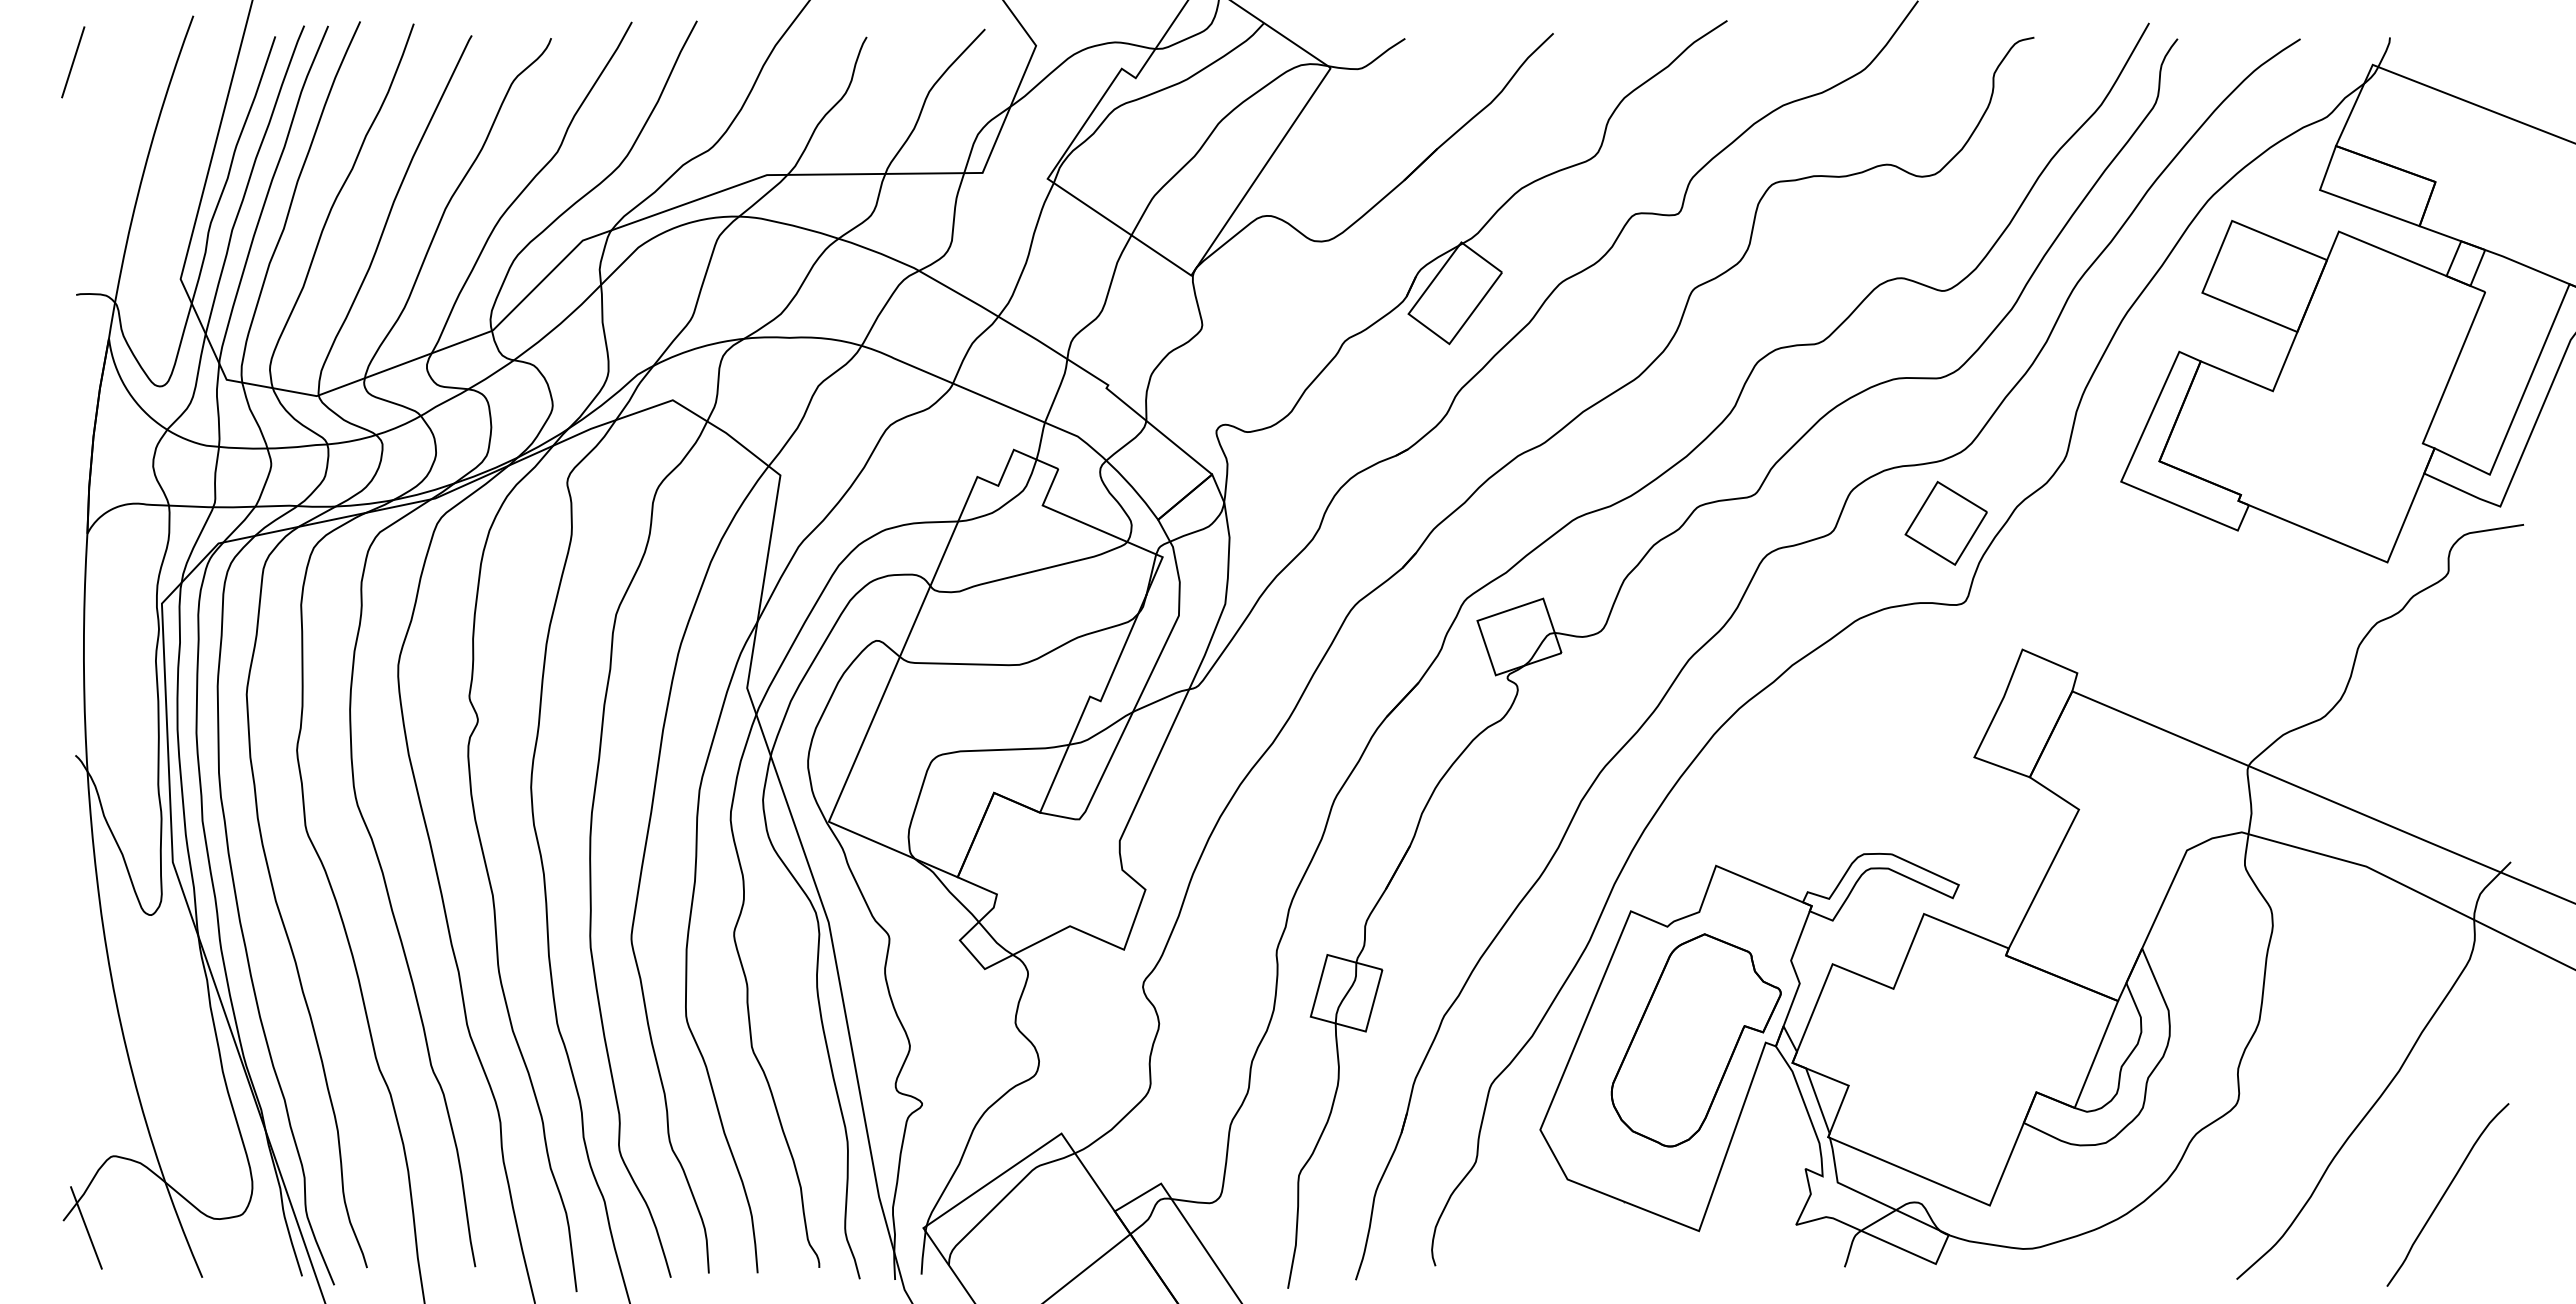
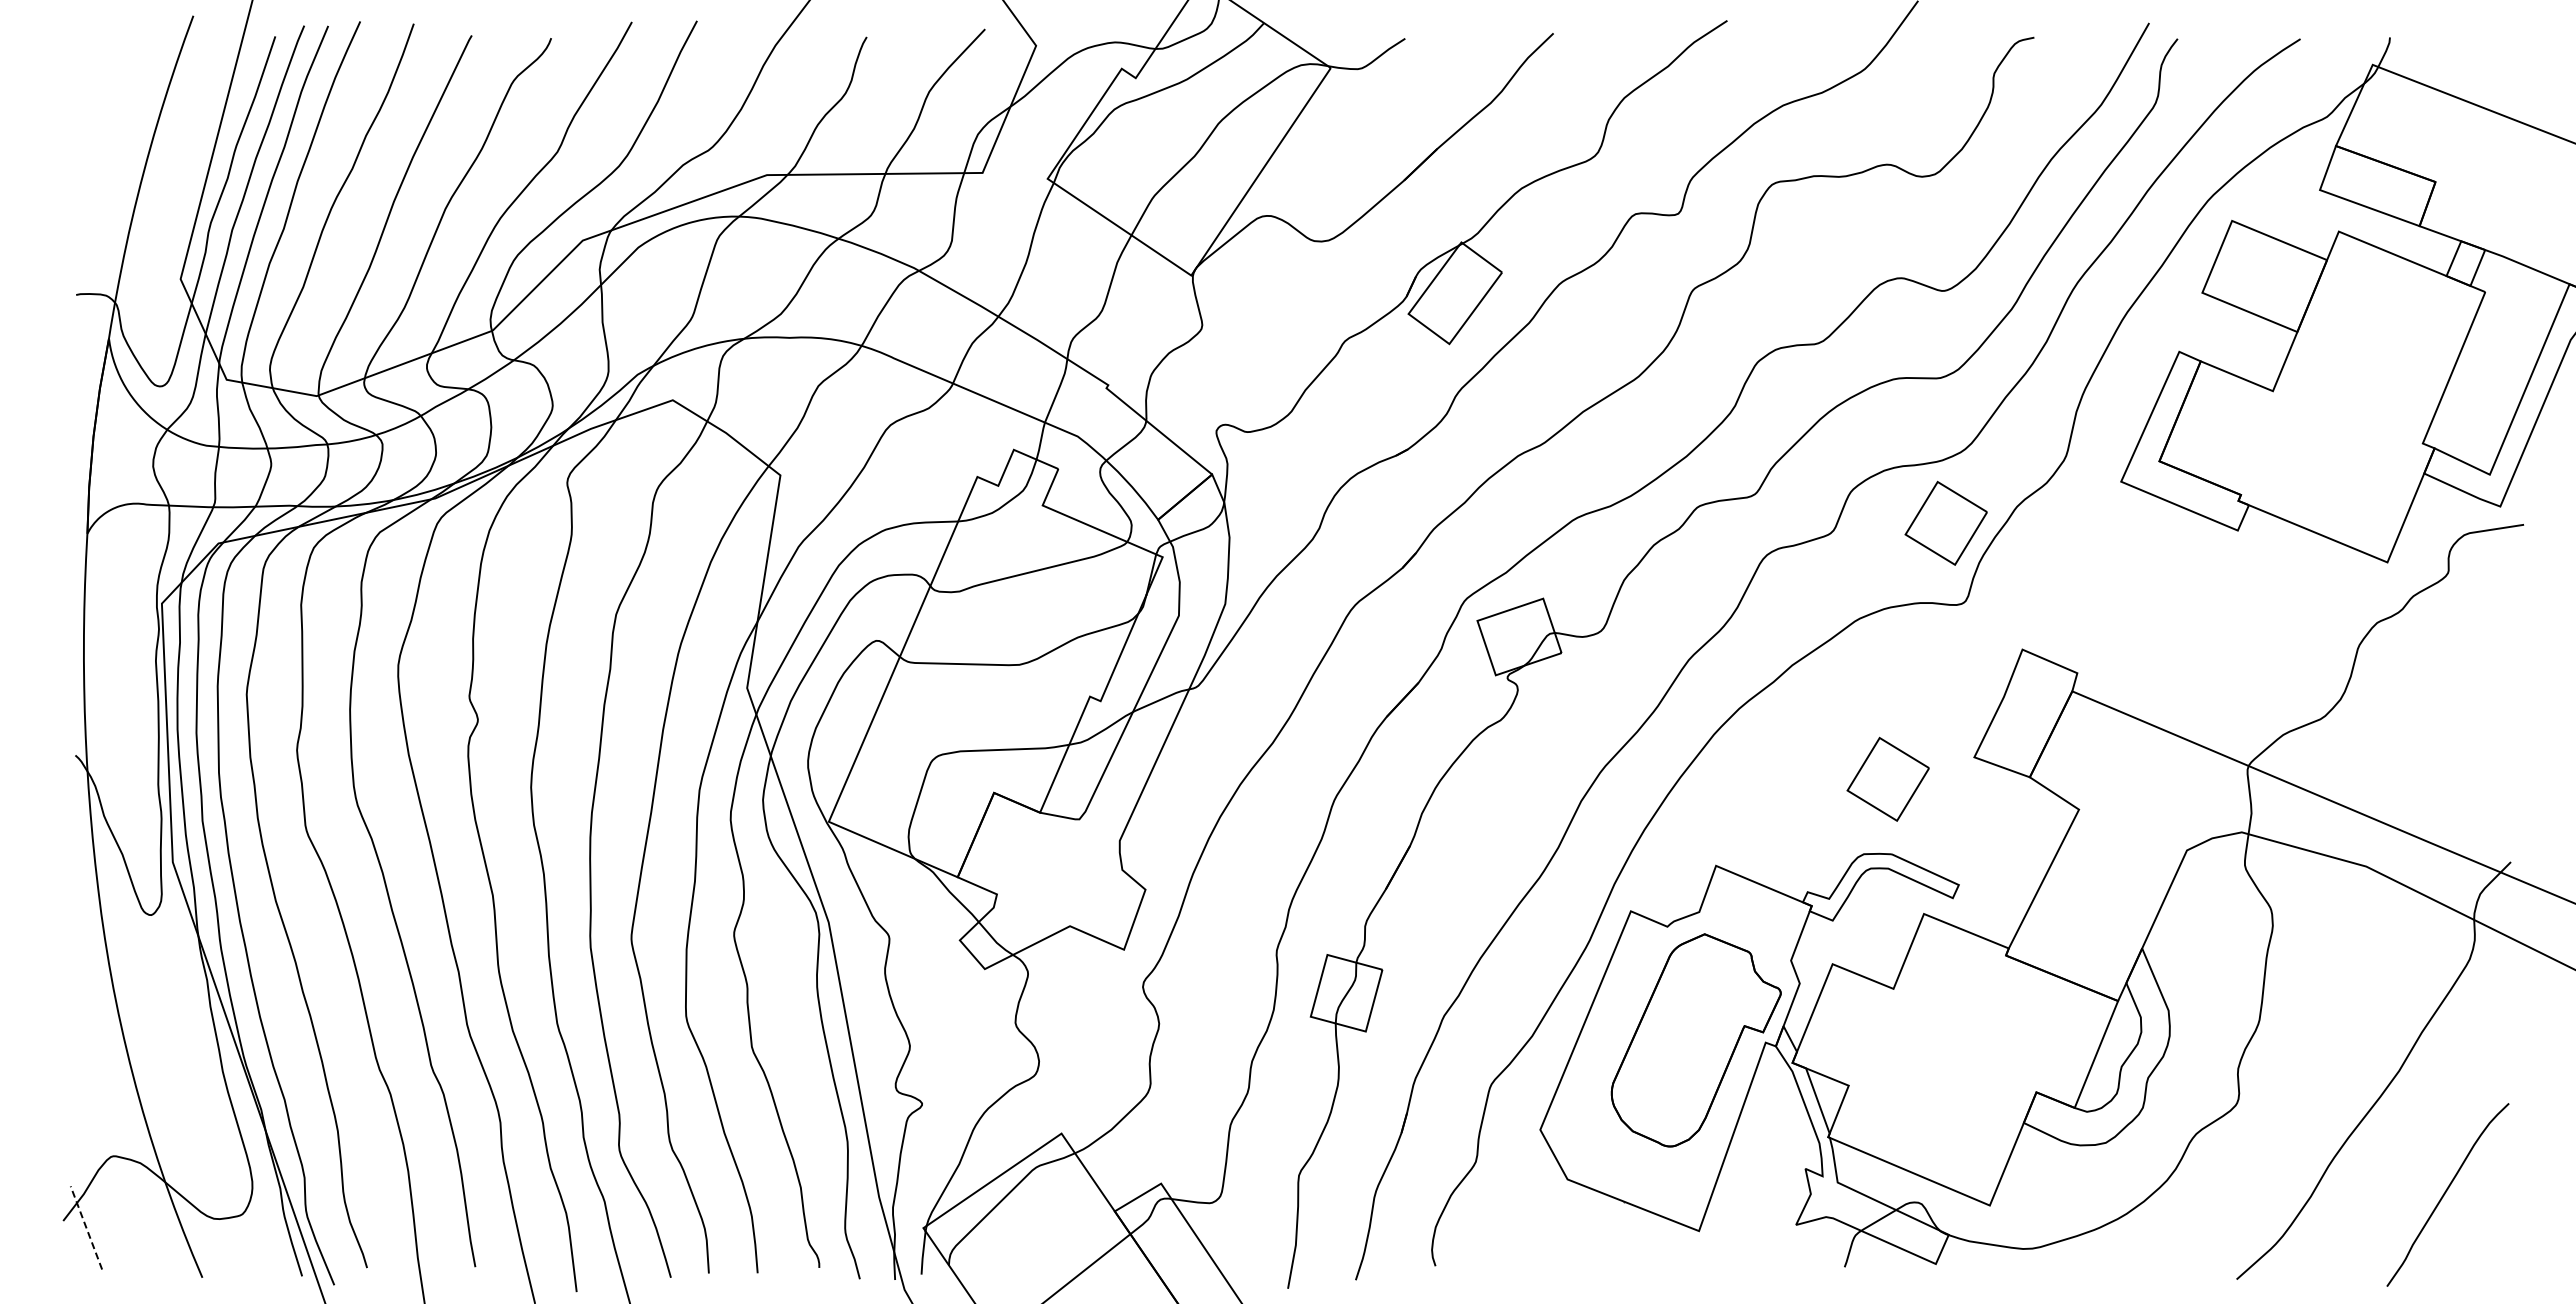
line at (73, 62): present -> none
part at (1887, 778): none -> present
line at (86, 1227): solid -> dashed
